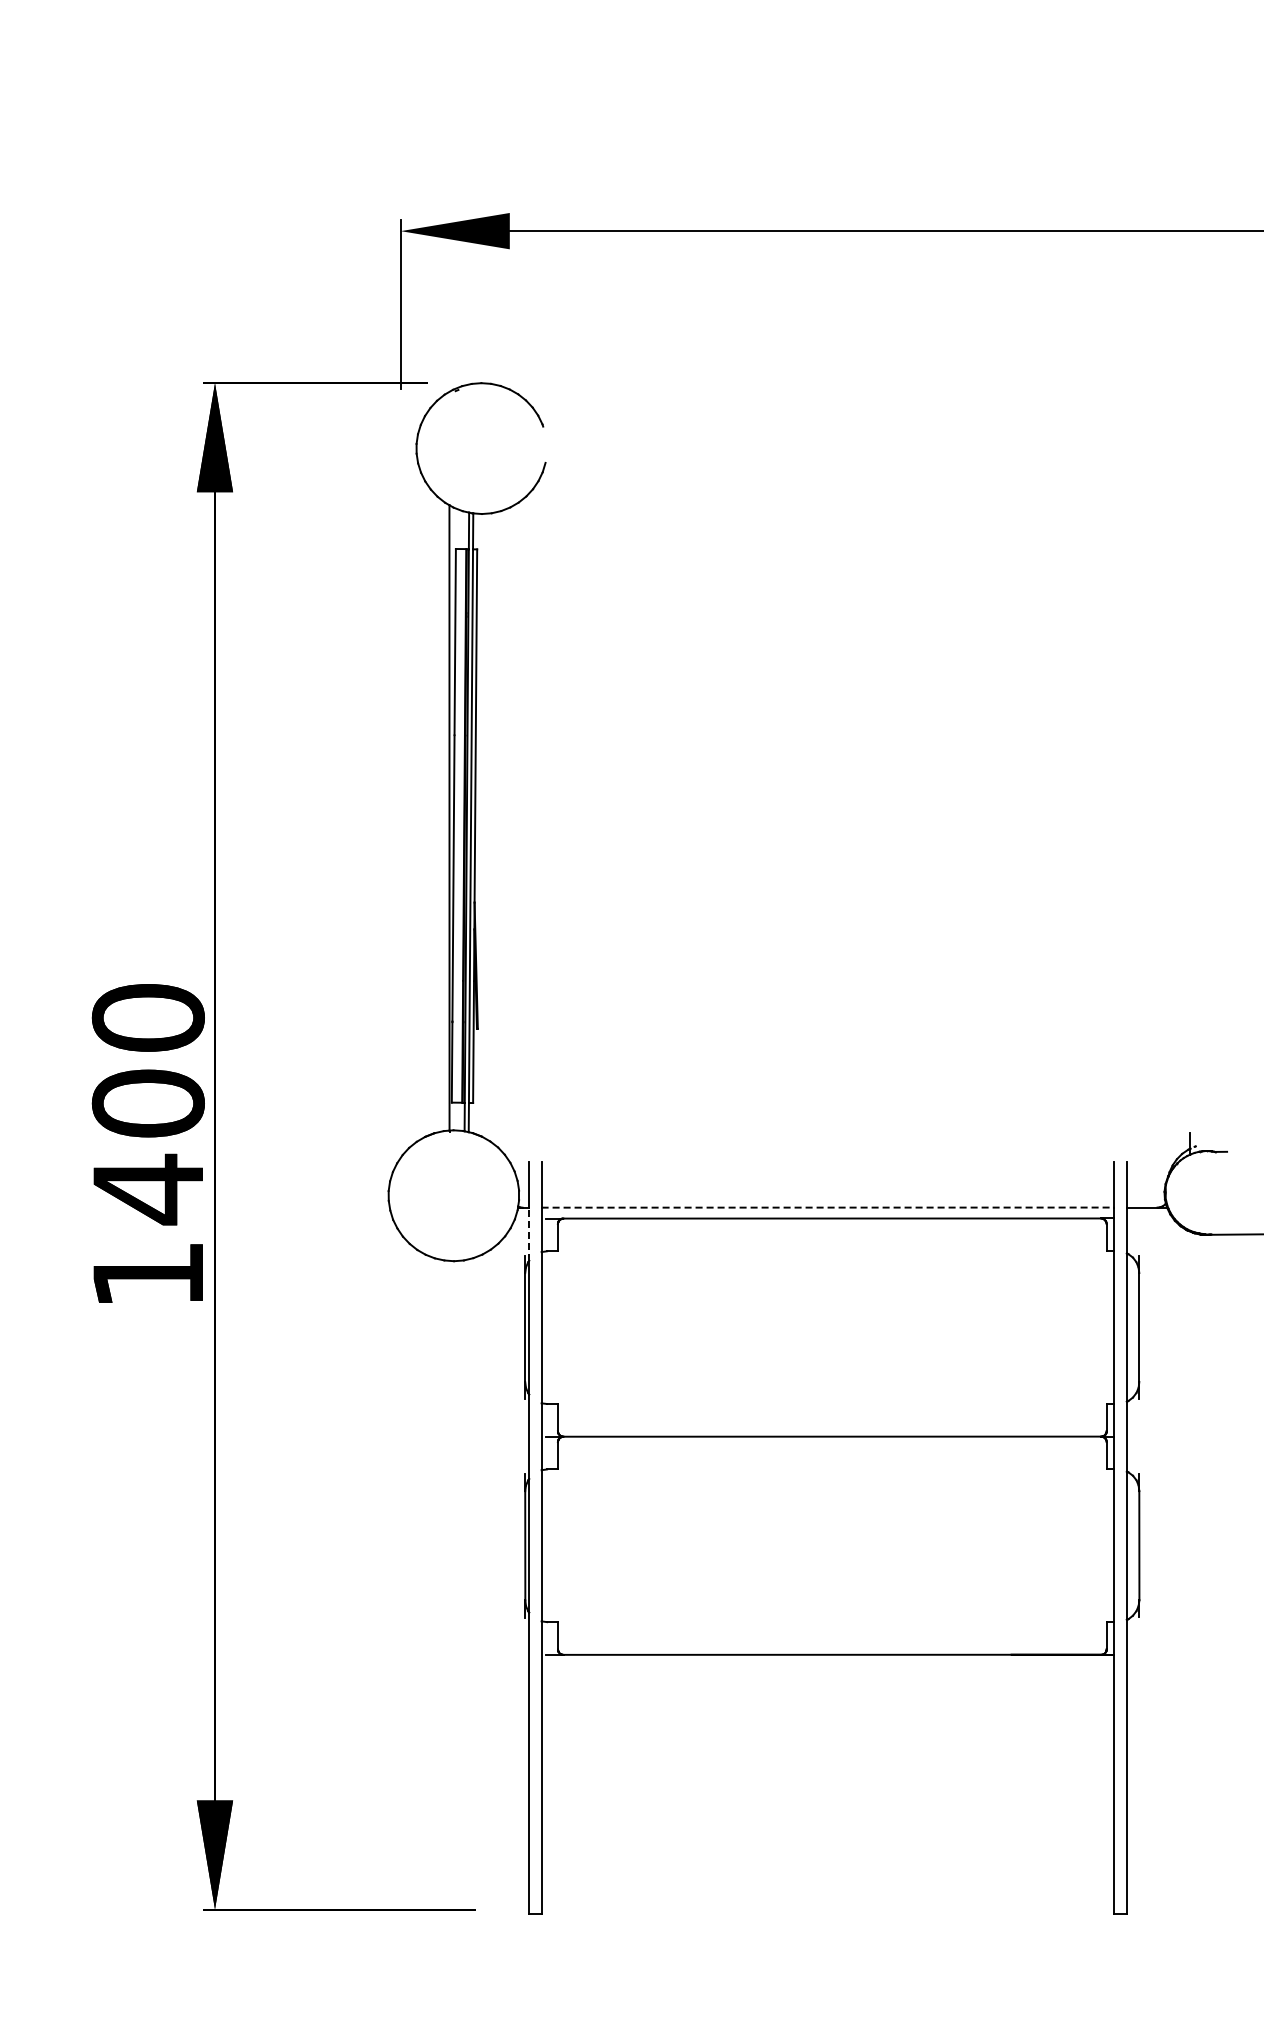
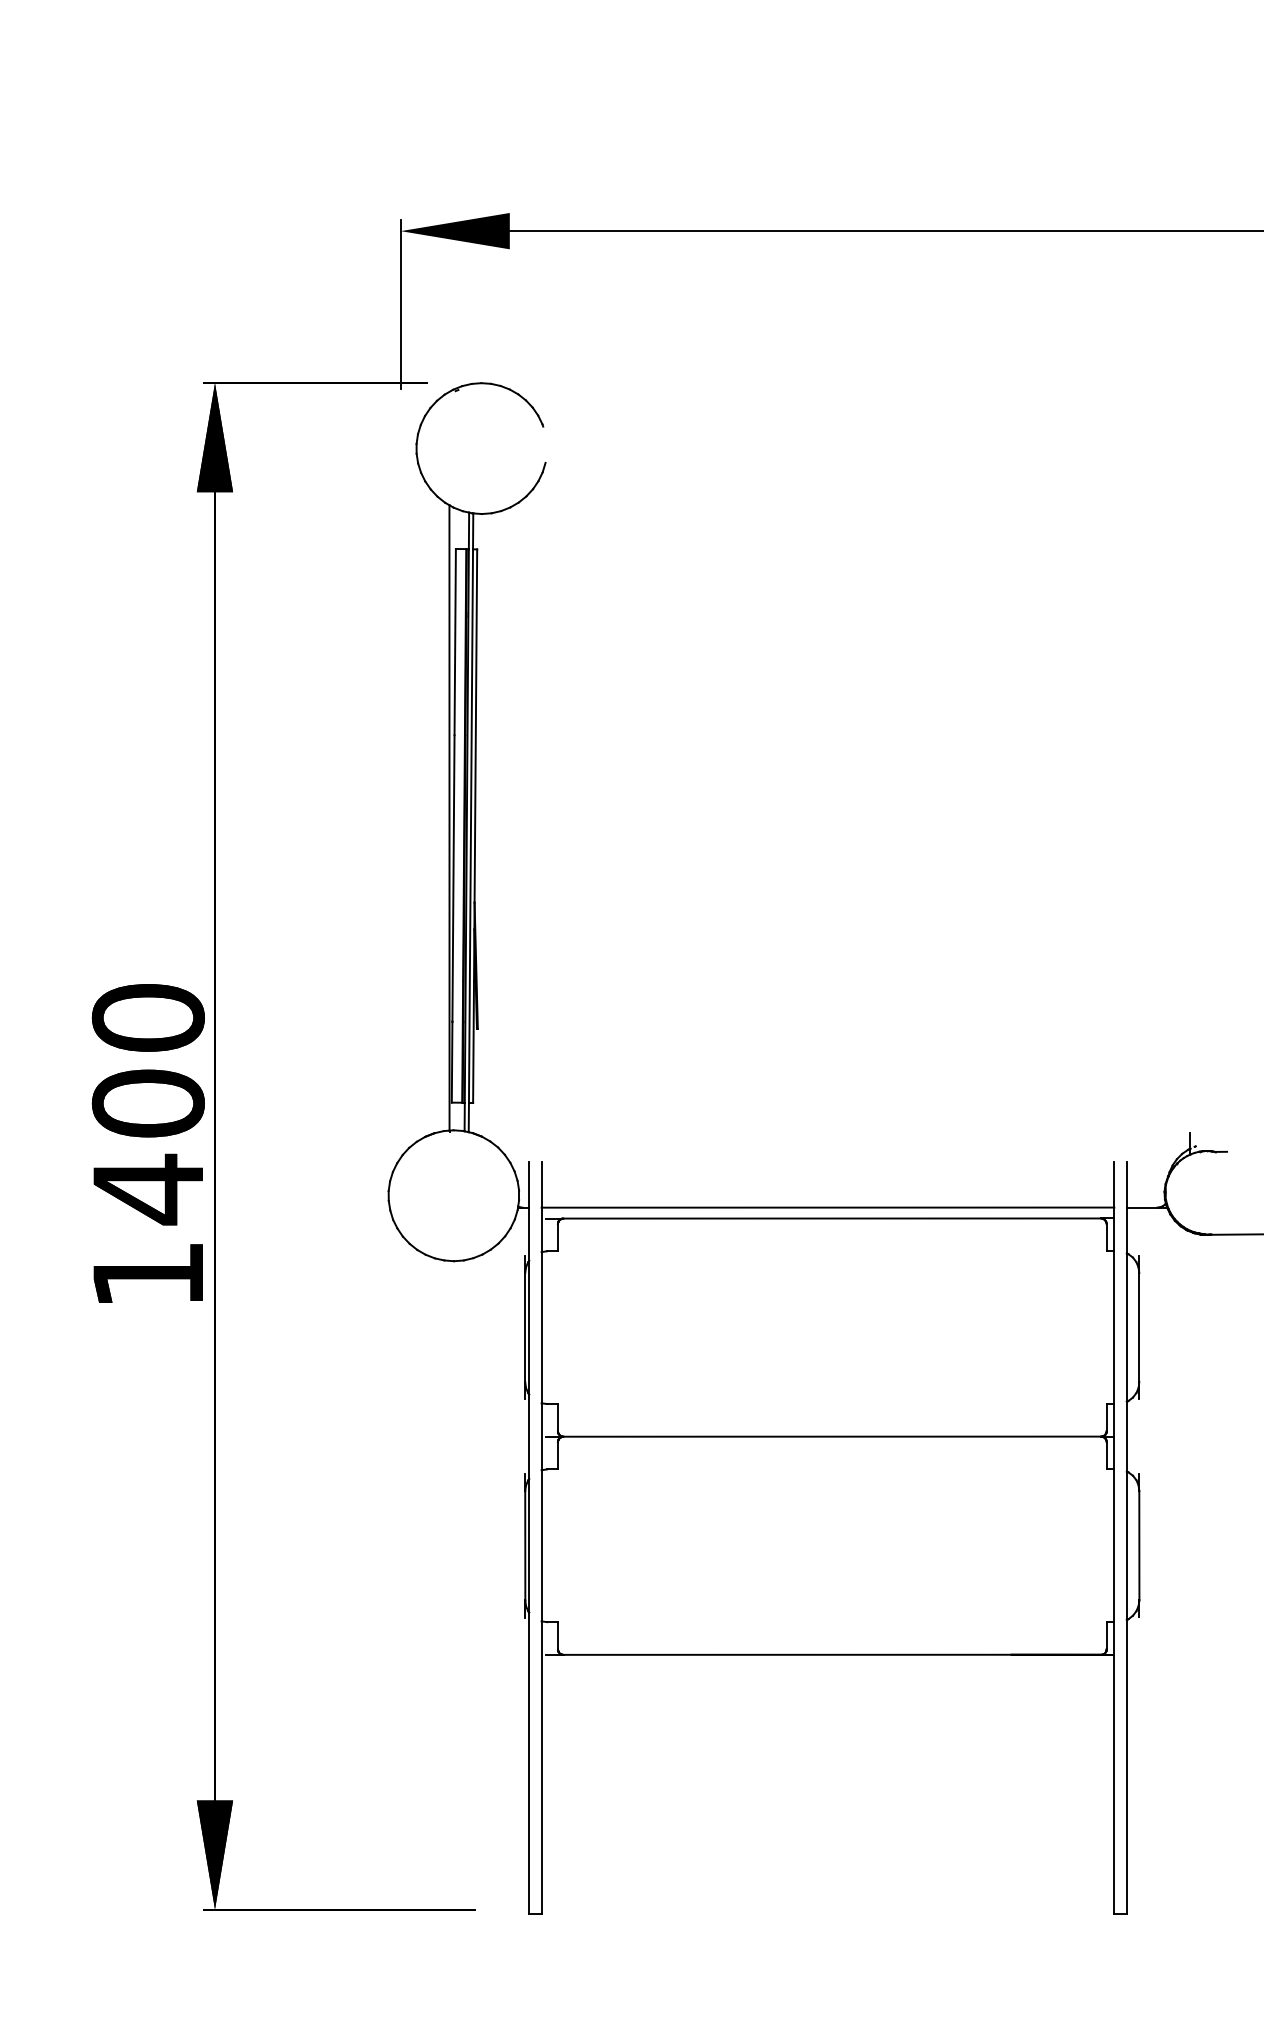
line at (828, 1207): dashed -> solid
line at (529, 1234): dashed -> solid
